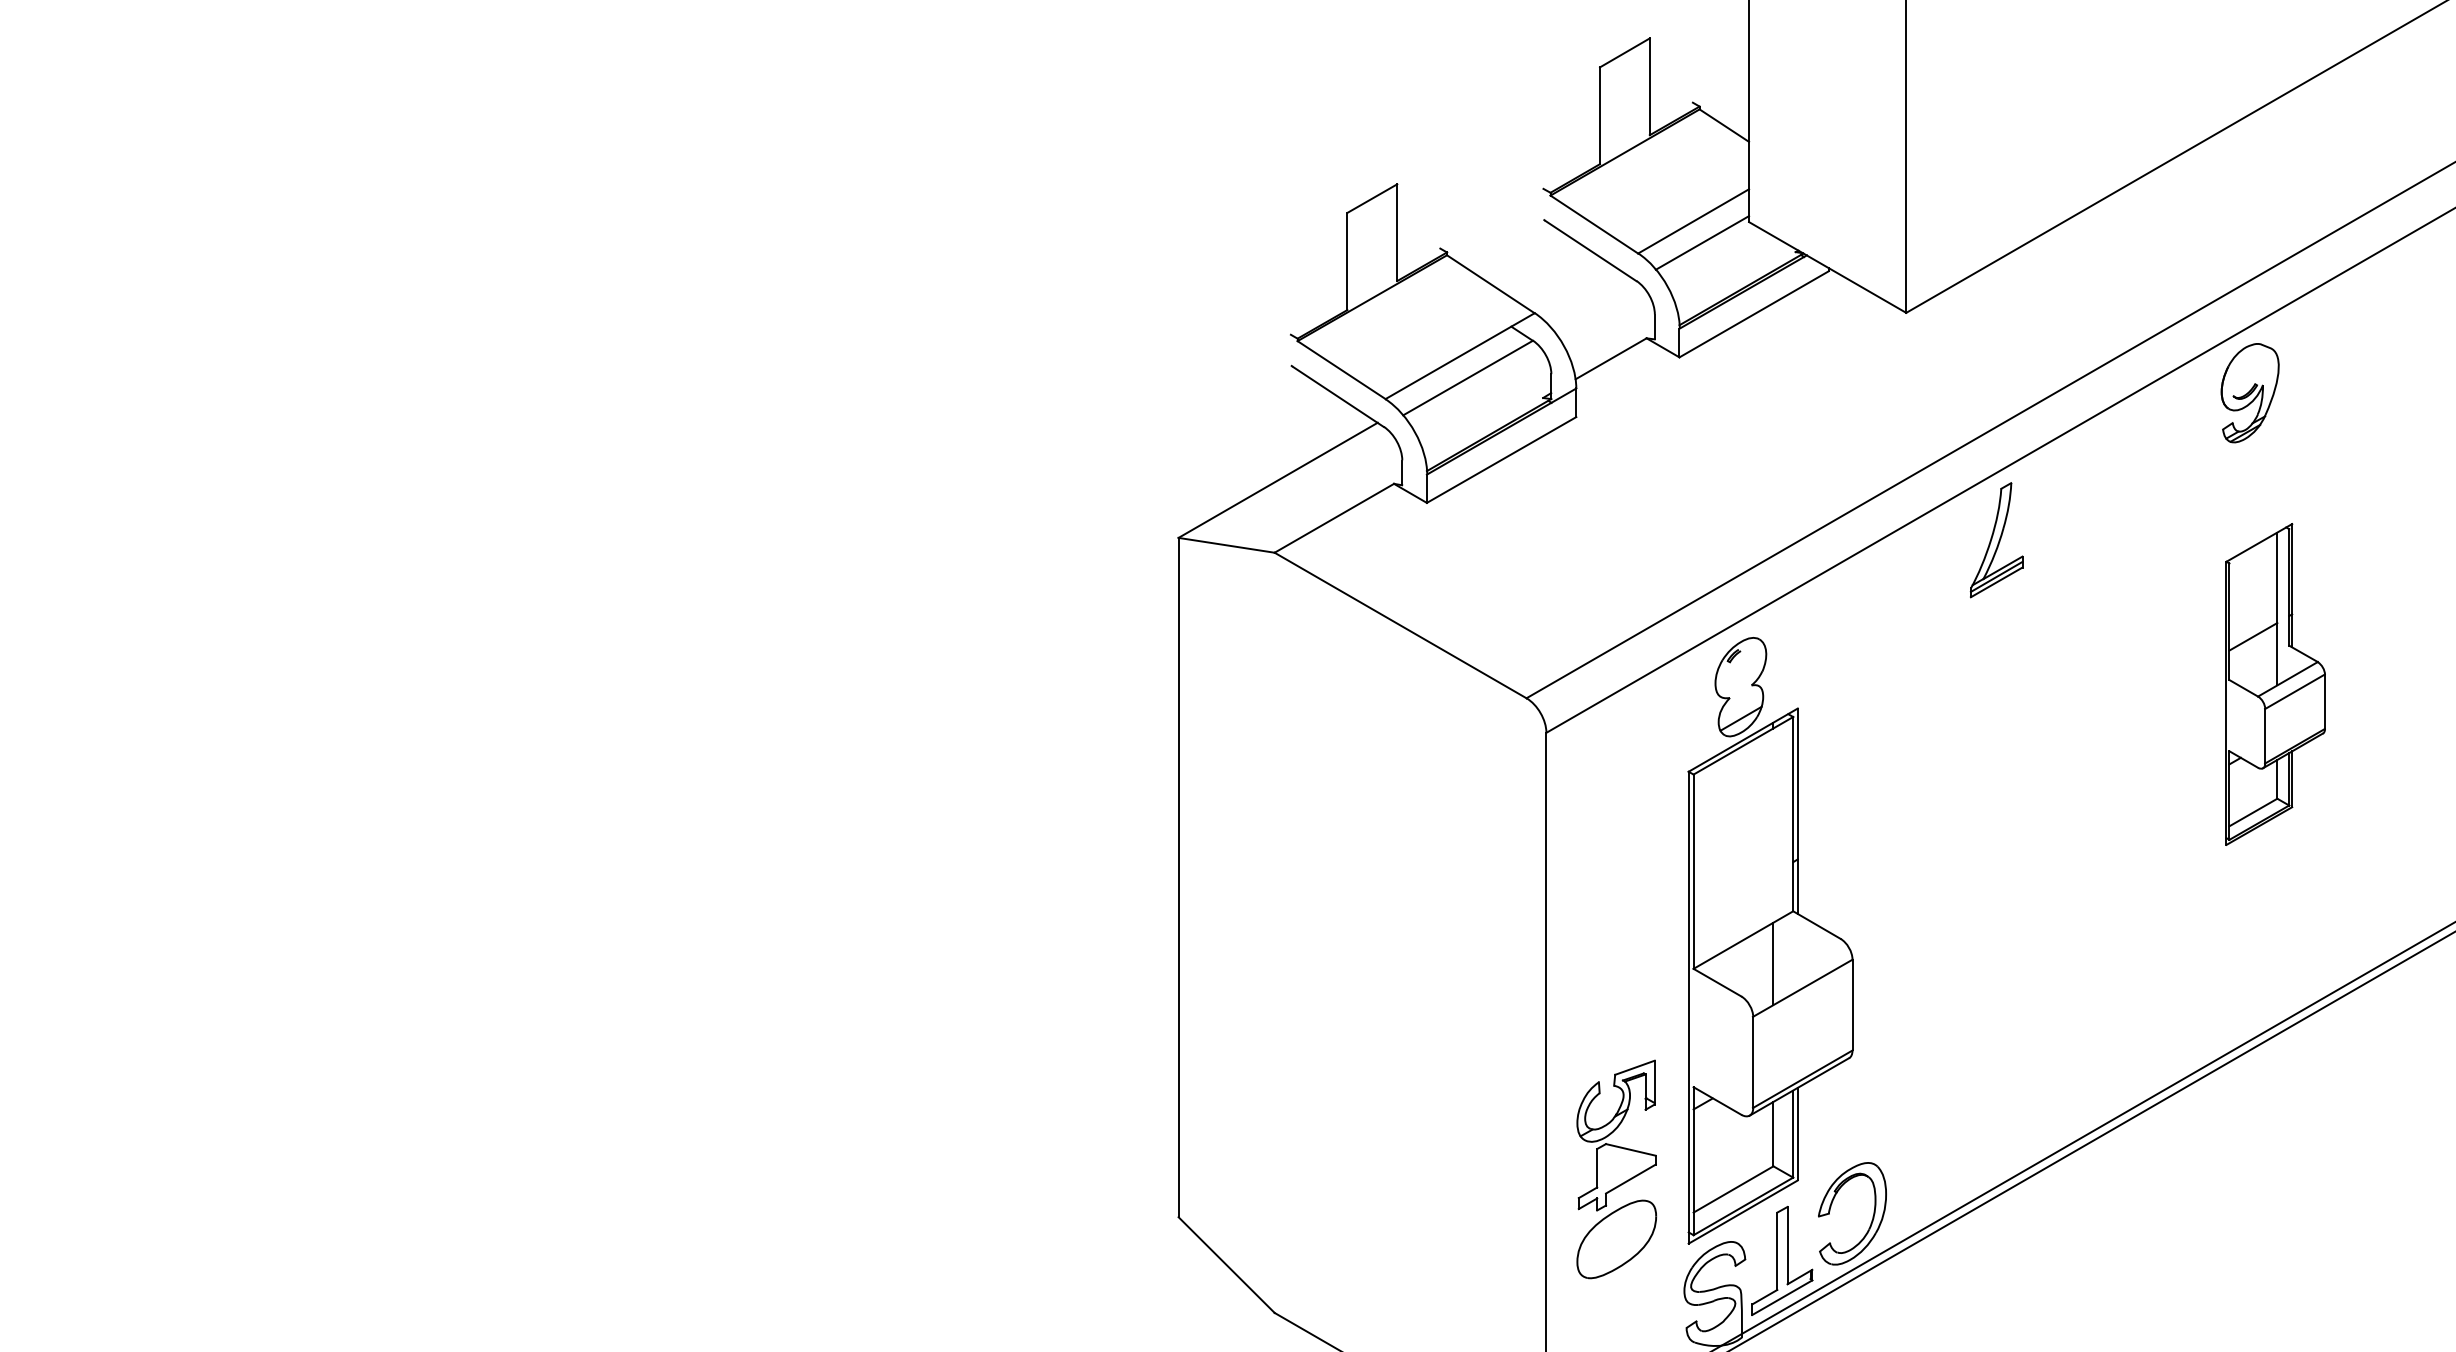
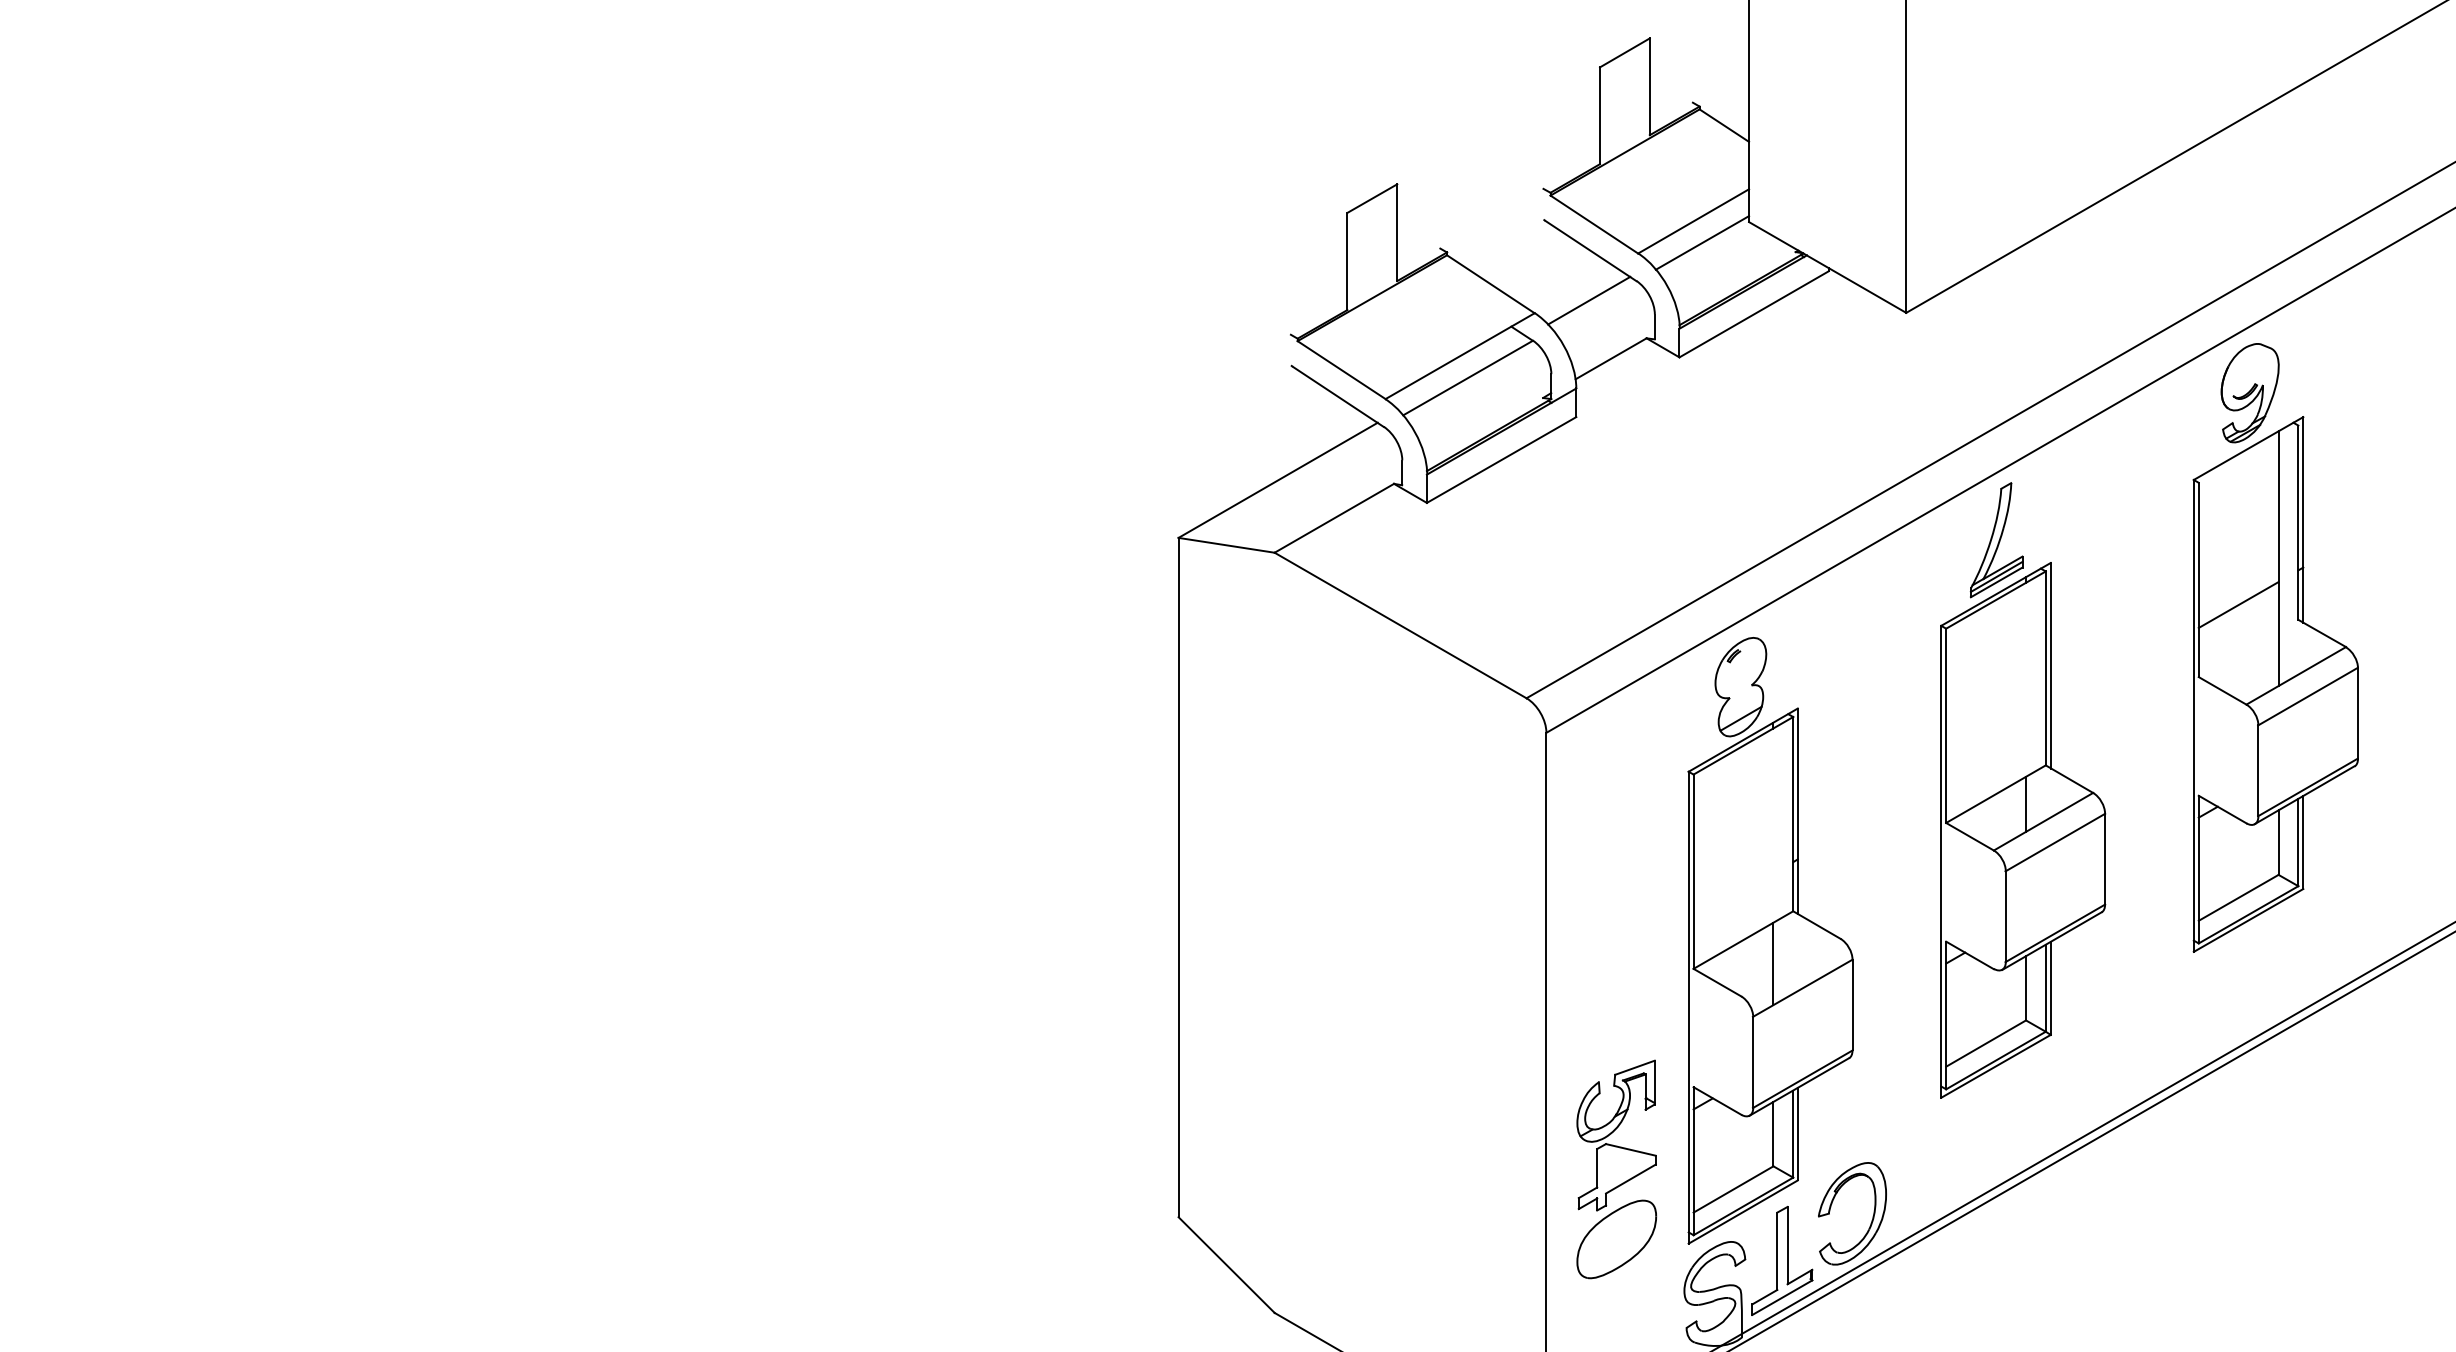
line at (1589, 300): none -> present
part at (2275, 684) size: 101x323 px -> 167x537 px
part at (2023, 830): none -> present
